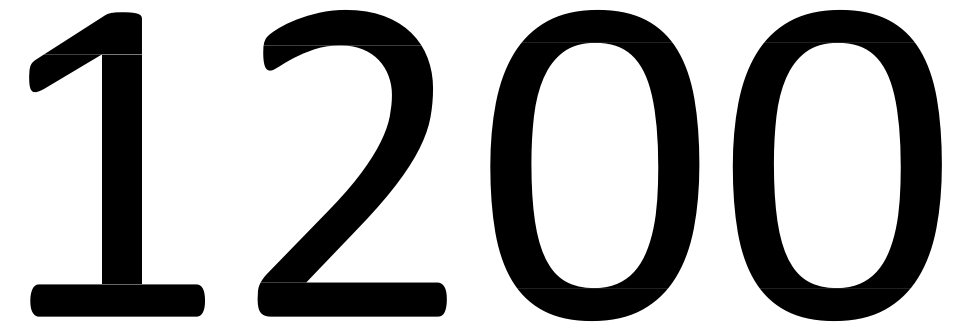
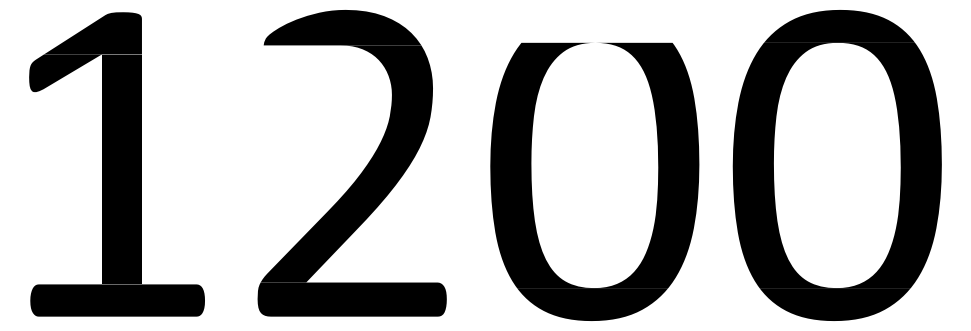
fill at (596, 25): present -> none
fill at (301, 57): present -> none
